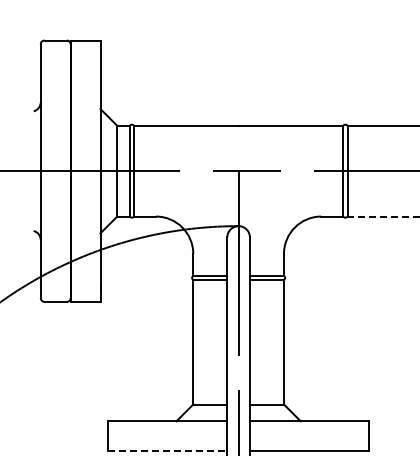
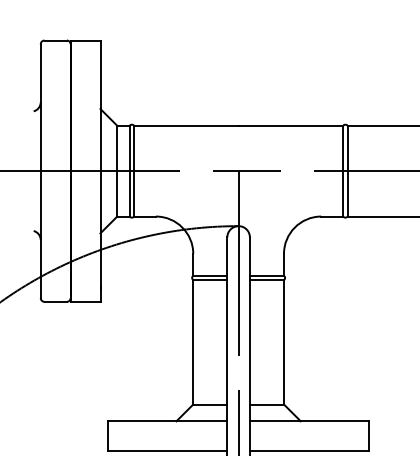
line at (383, 216): dashed -> solid
line at (167, 451): dashed -> solid
